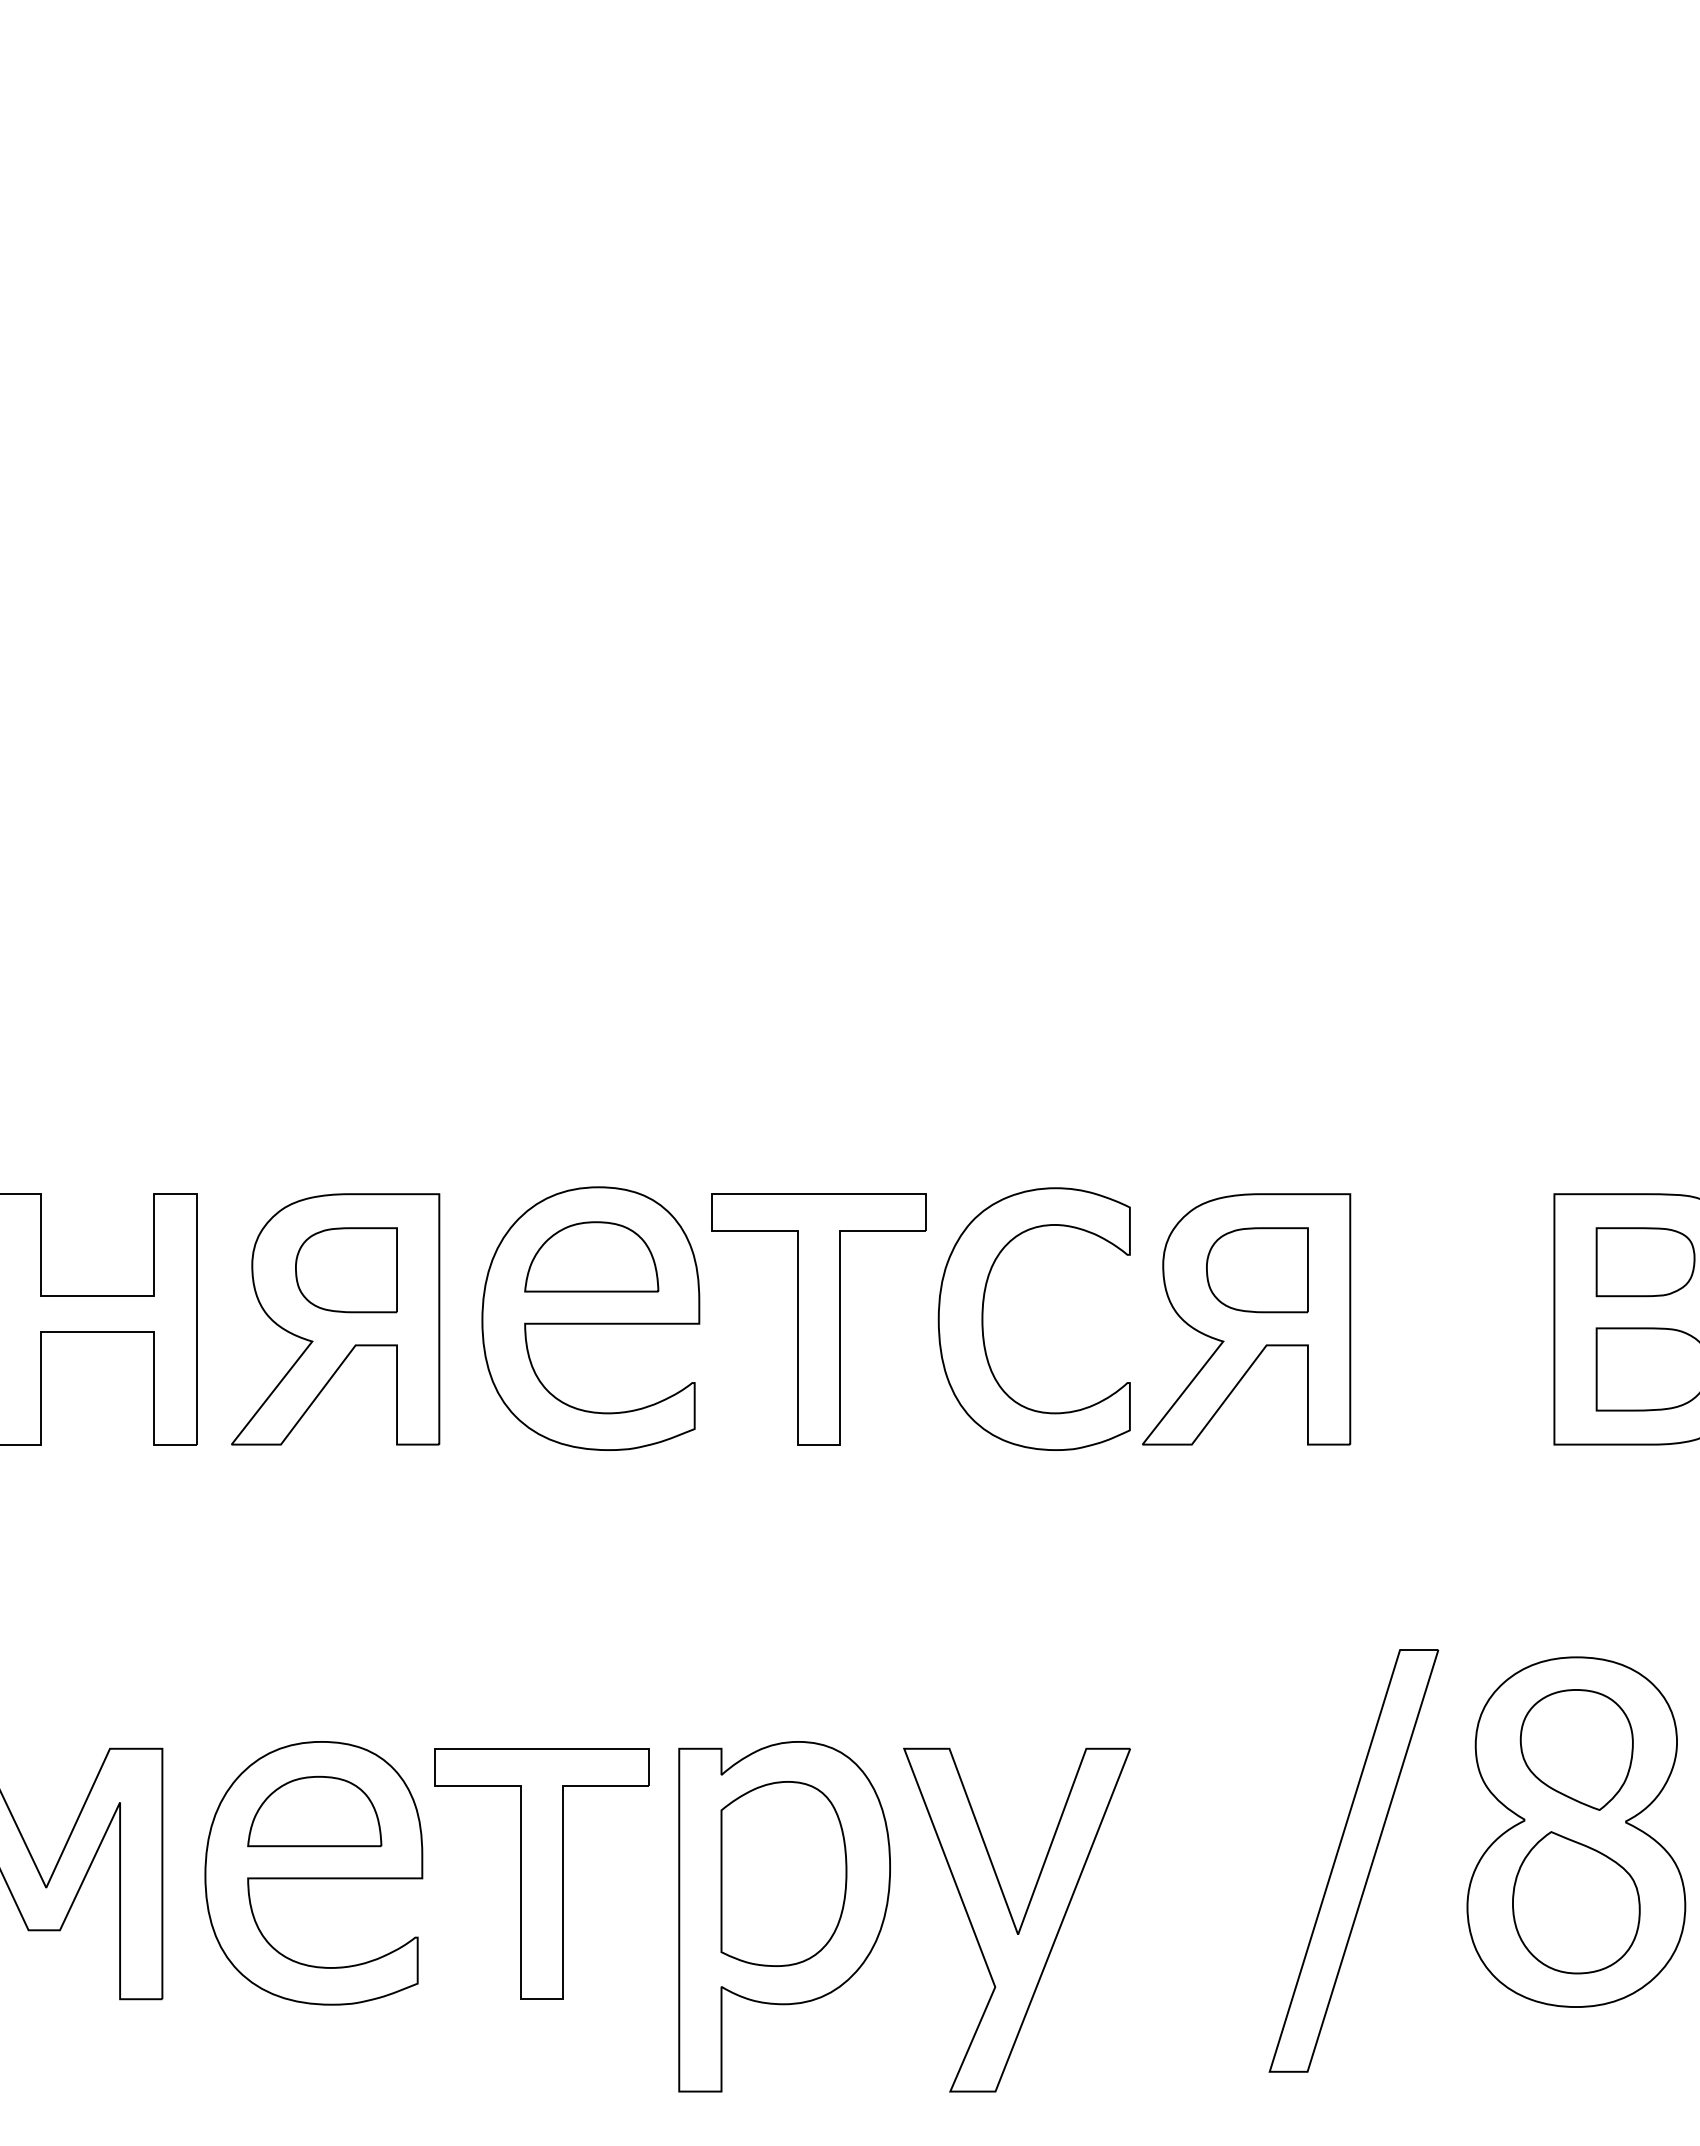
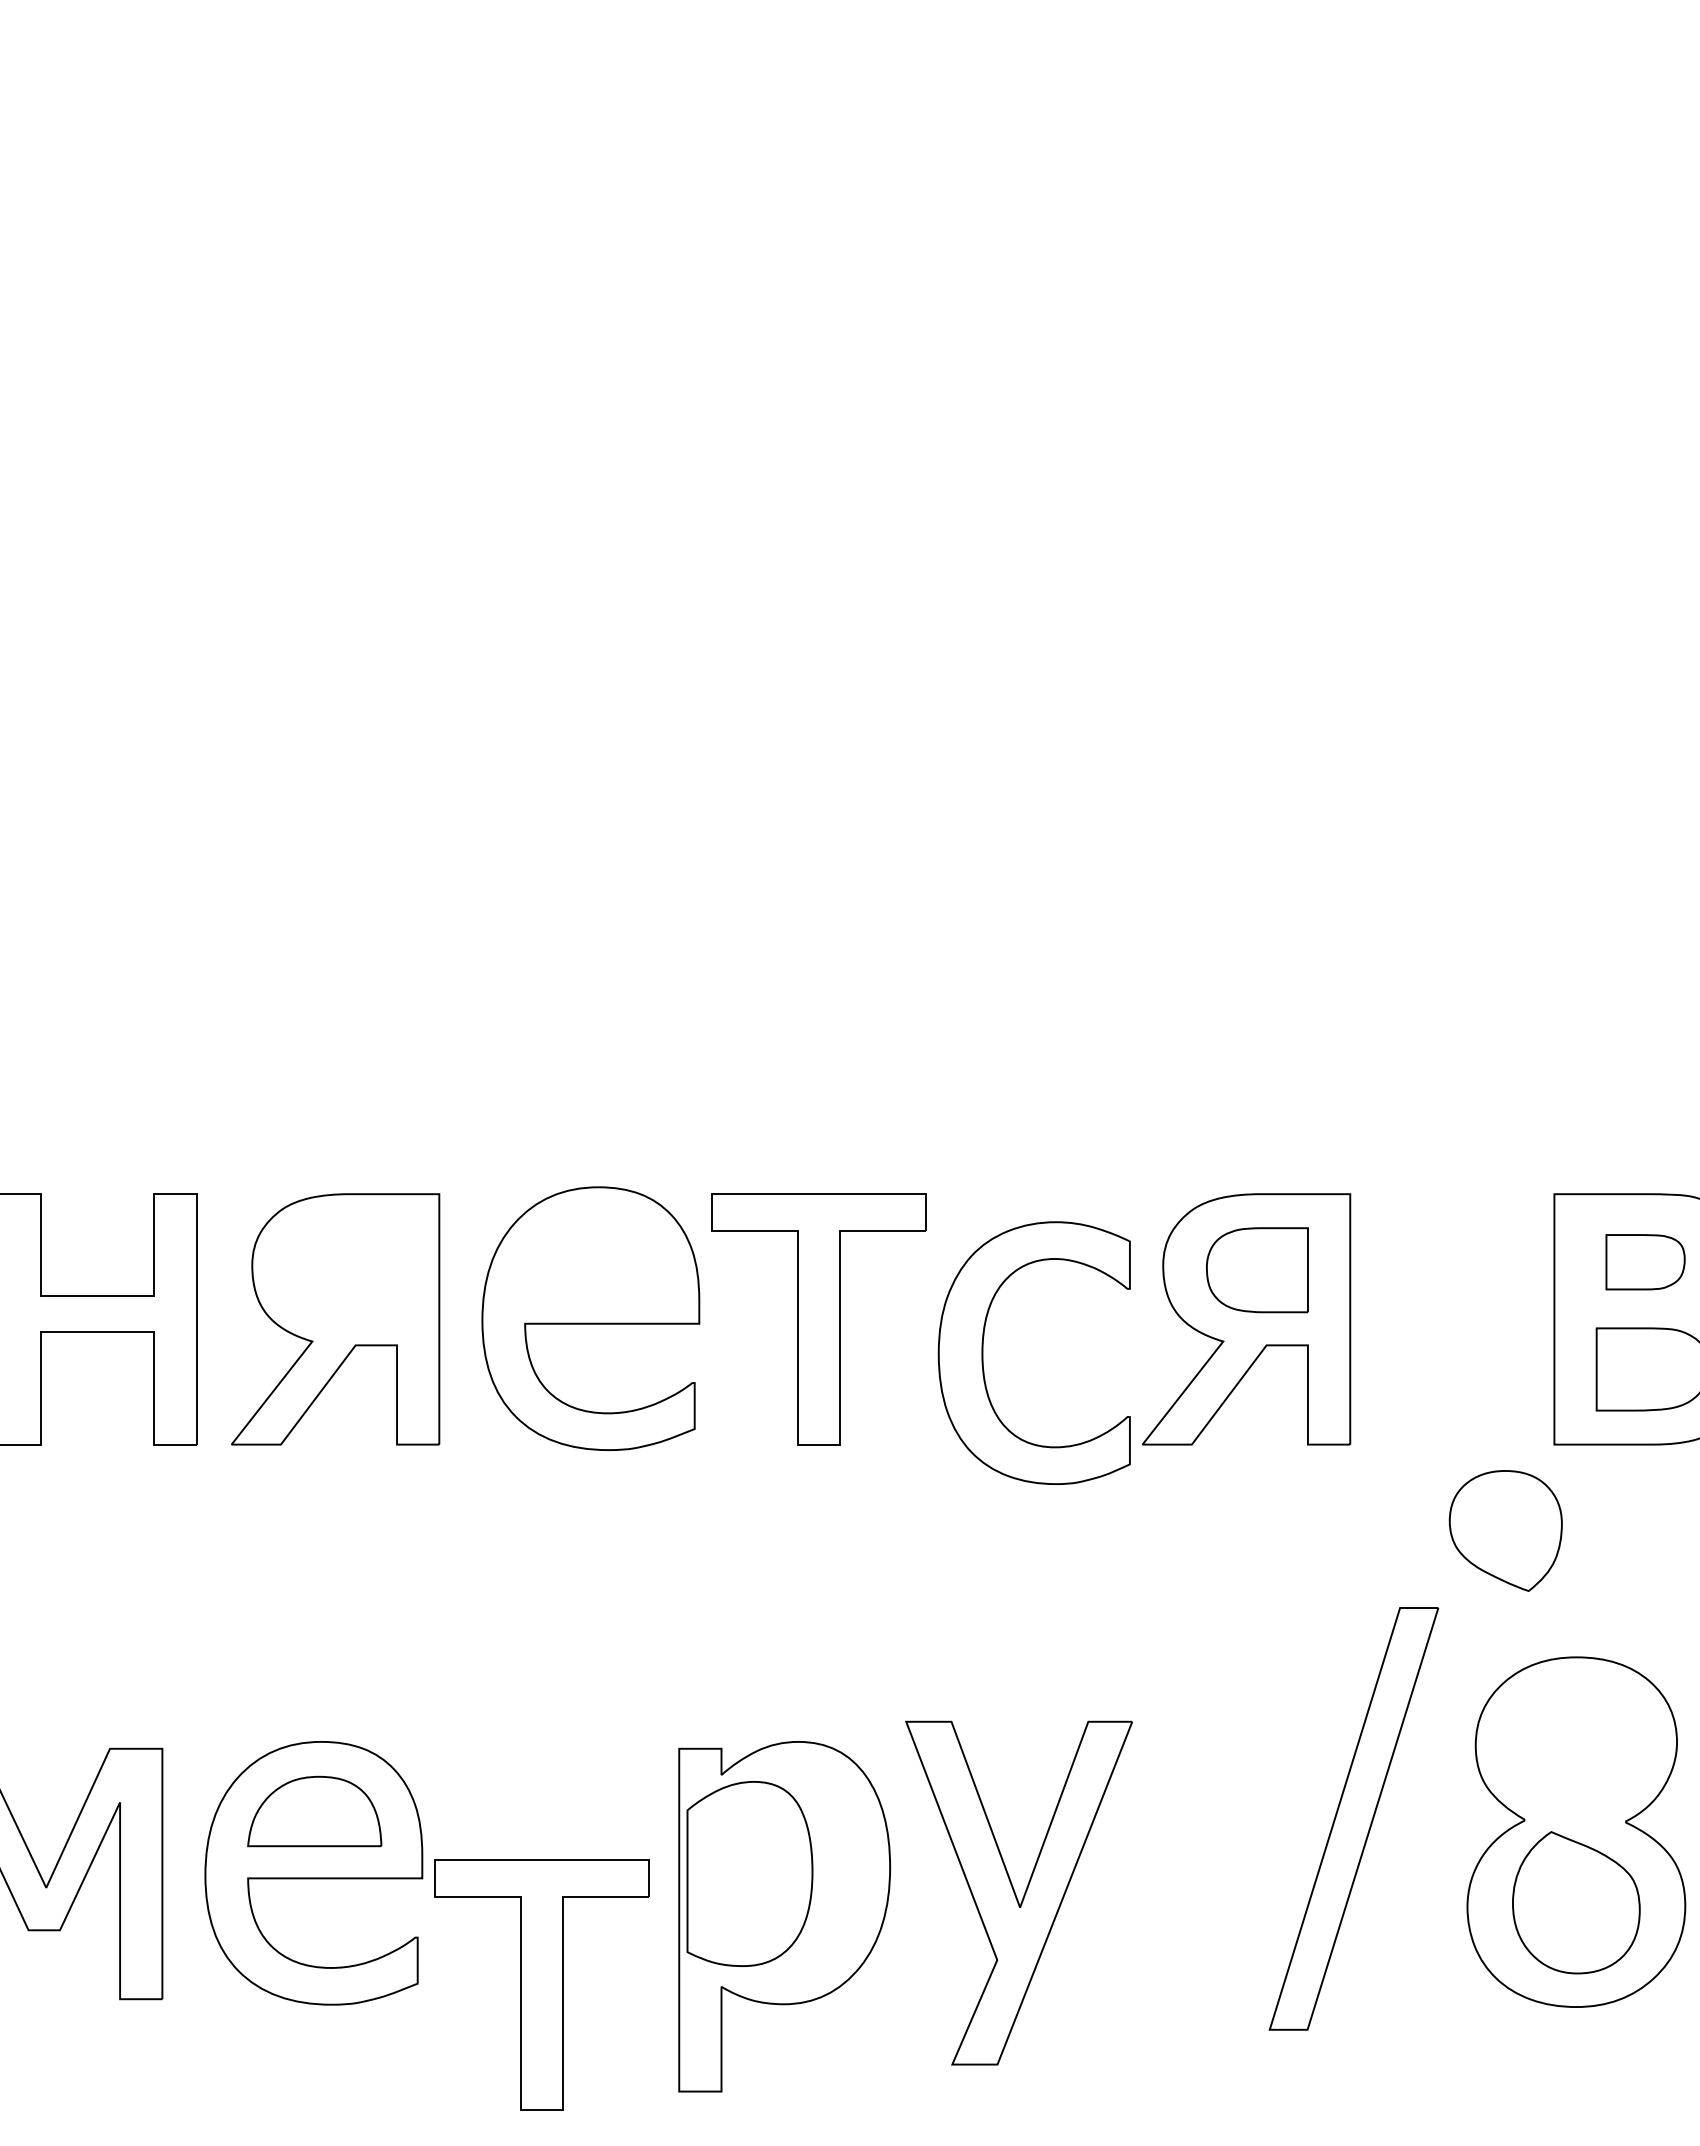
part at (591, 1256): present -> none
part at (1645, 1262) size: 101x71 px -> 81x57 px
part at (346, 1270): present -> none
part at (983, 1318) position: (983, 1318) -> (983, 1352)
part at (1576, 1749) position: (1576, 1749) -> (1505, 1530)
part at (1353, 1860) position: (1353, 1860) -> (1353, 1818)
part at (541, 1873) position: (541, 1873) -> (541, 1984)
part at (783, 1873) position: (783, 1873) -> (749, 1873)
part at (1016, 1919) position: (1016, 1919) -> (1018, 1892)
